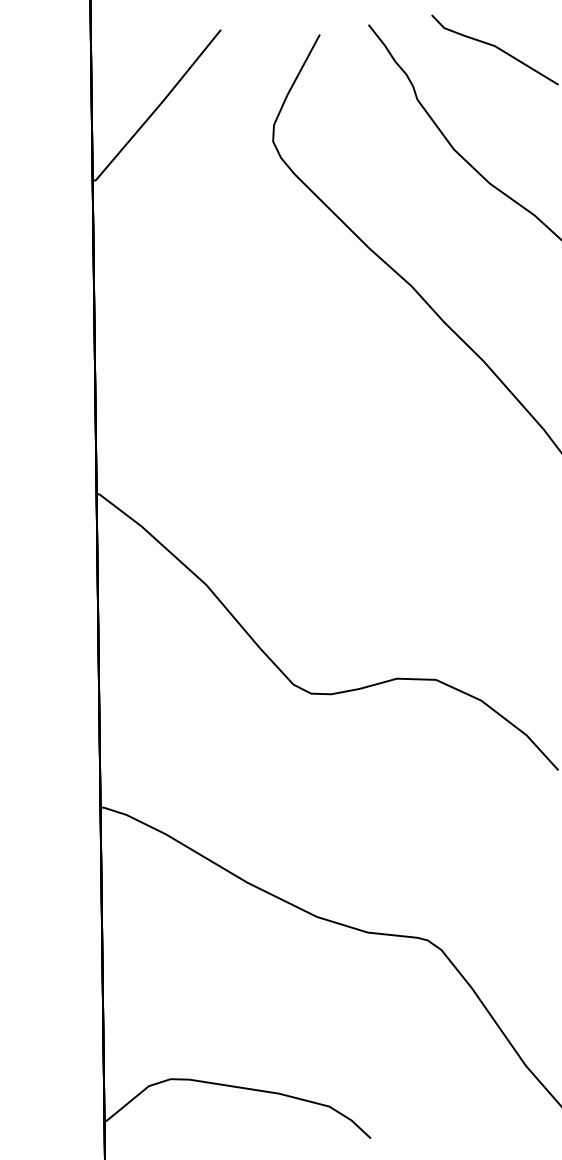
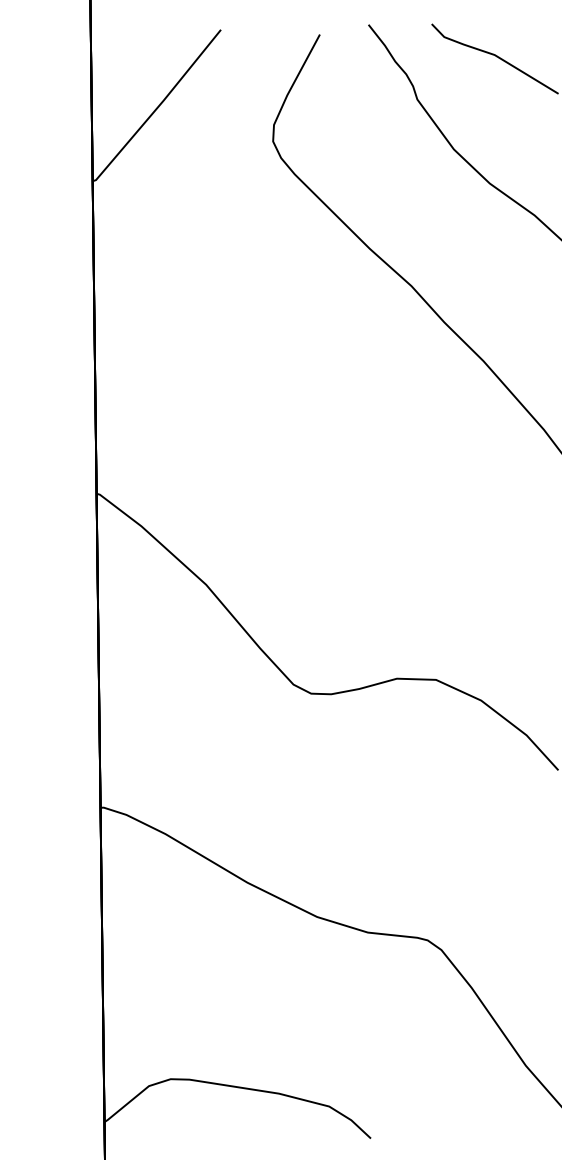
line at (495, 47) position: (495, 47) -> (495, 56)
